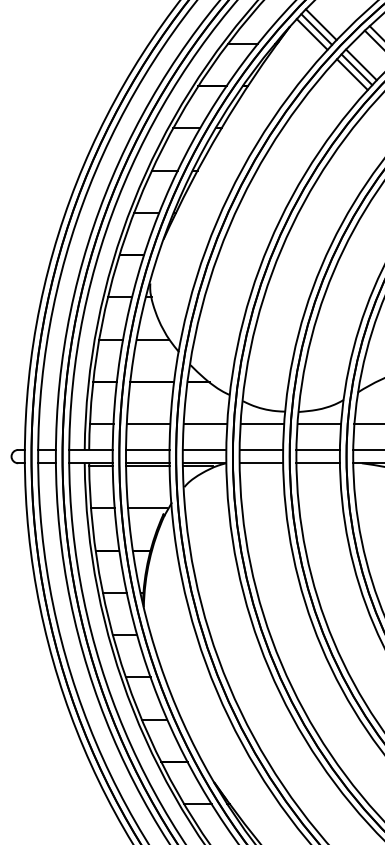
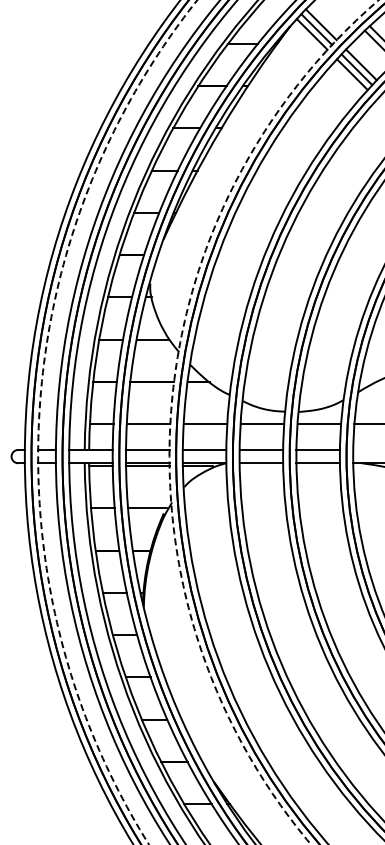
circle at (117, 422): solid -> dashed
circle at (273, 422): solid -> dashed
line at (367, 449): present -> none
